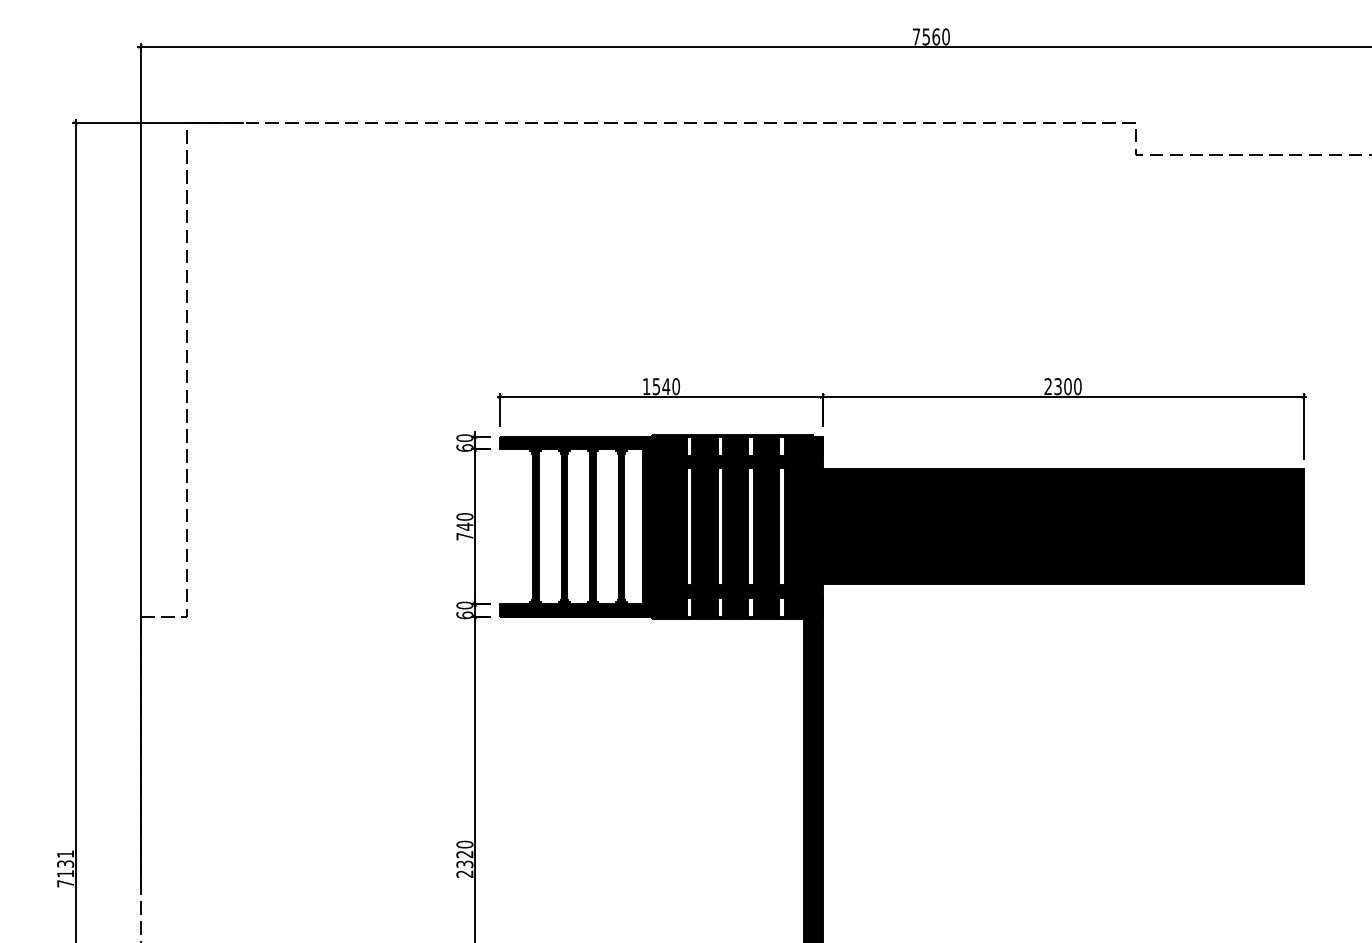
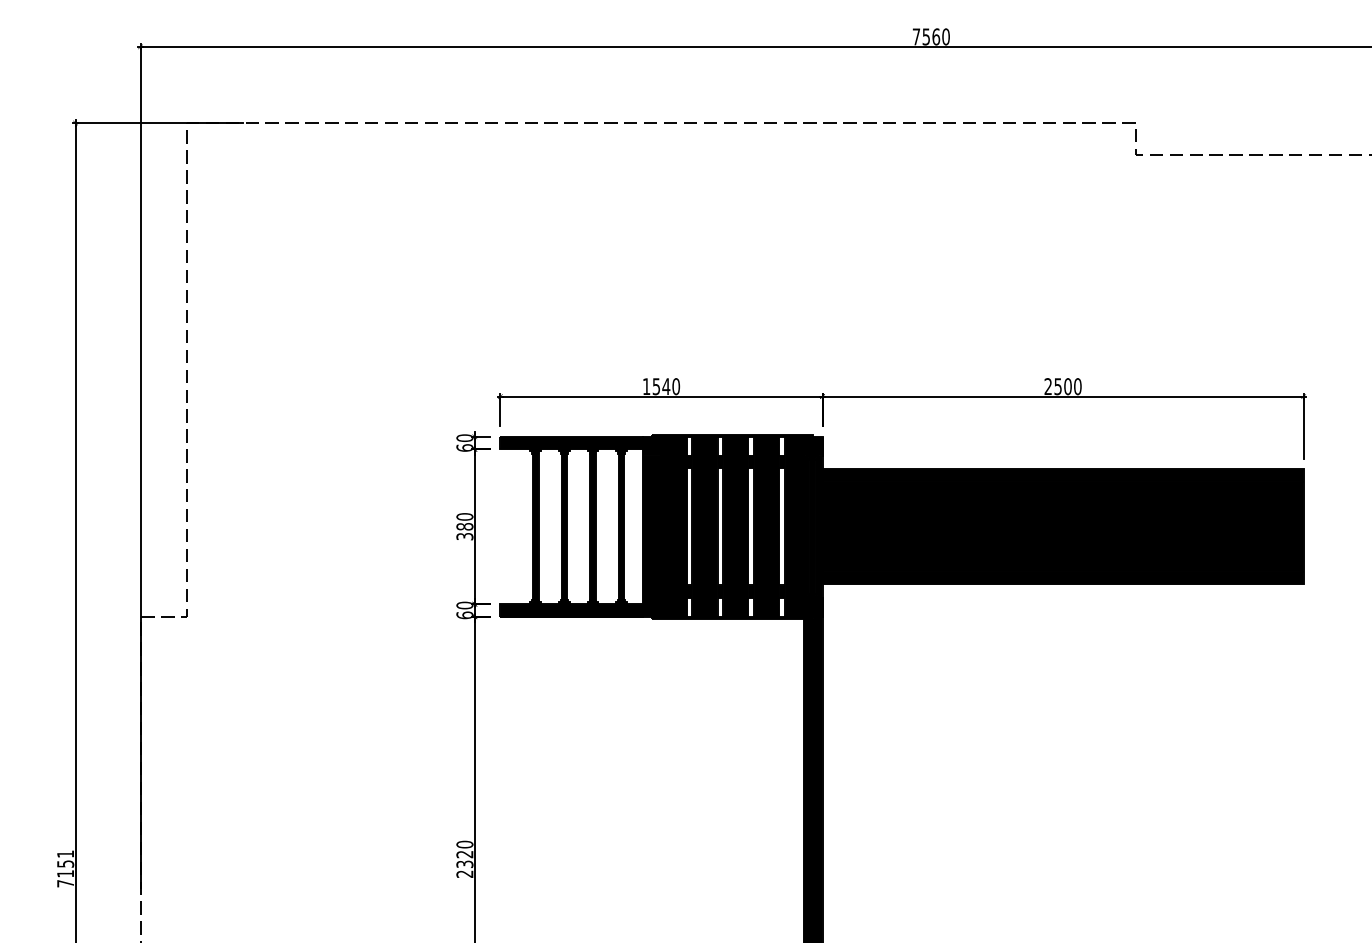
text at (1057, 386): 2300 -> 2500
text at (464, 531): 740 -> 380
text at (65, 863): 7131 -> 7151
